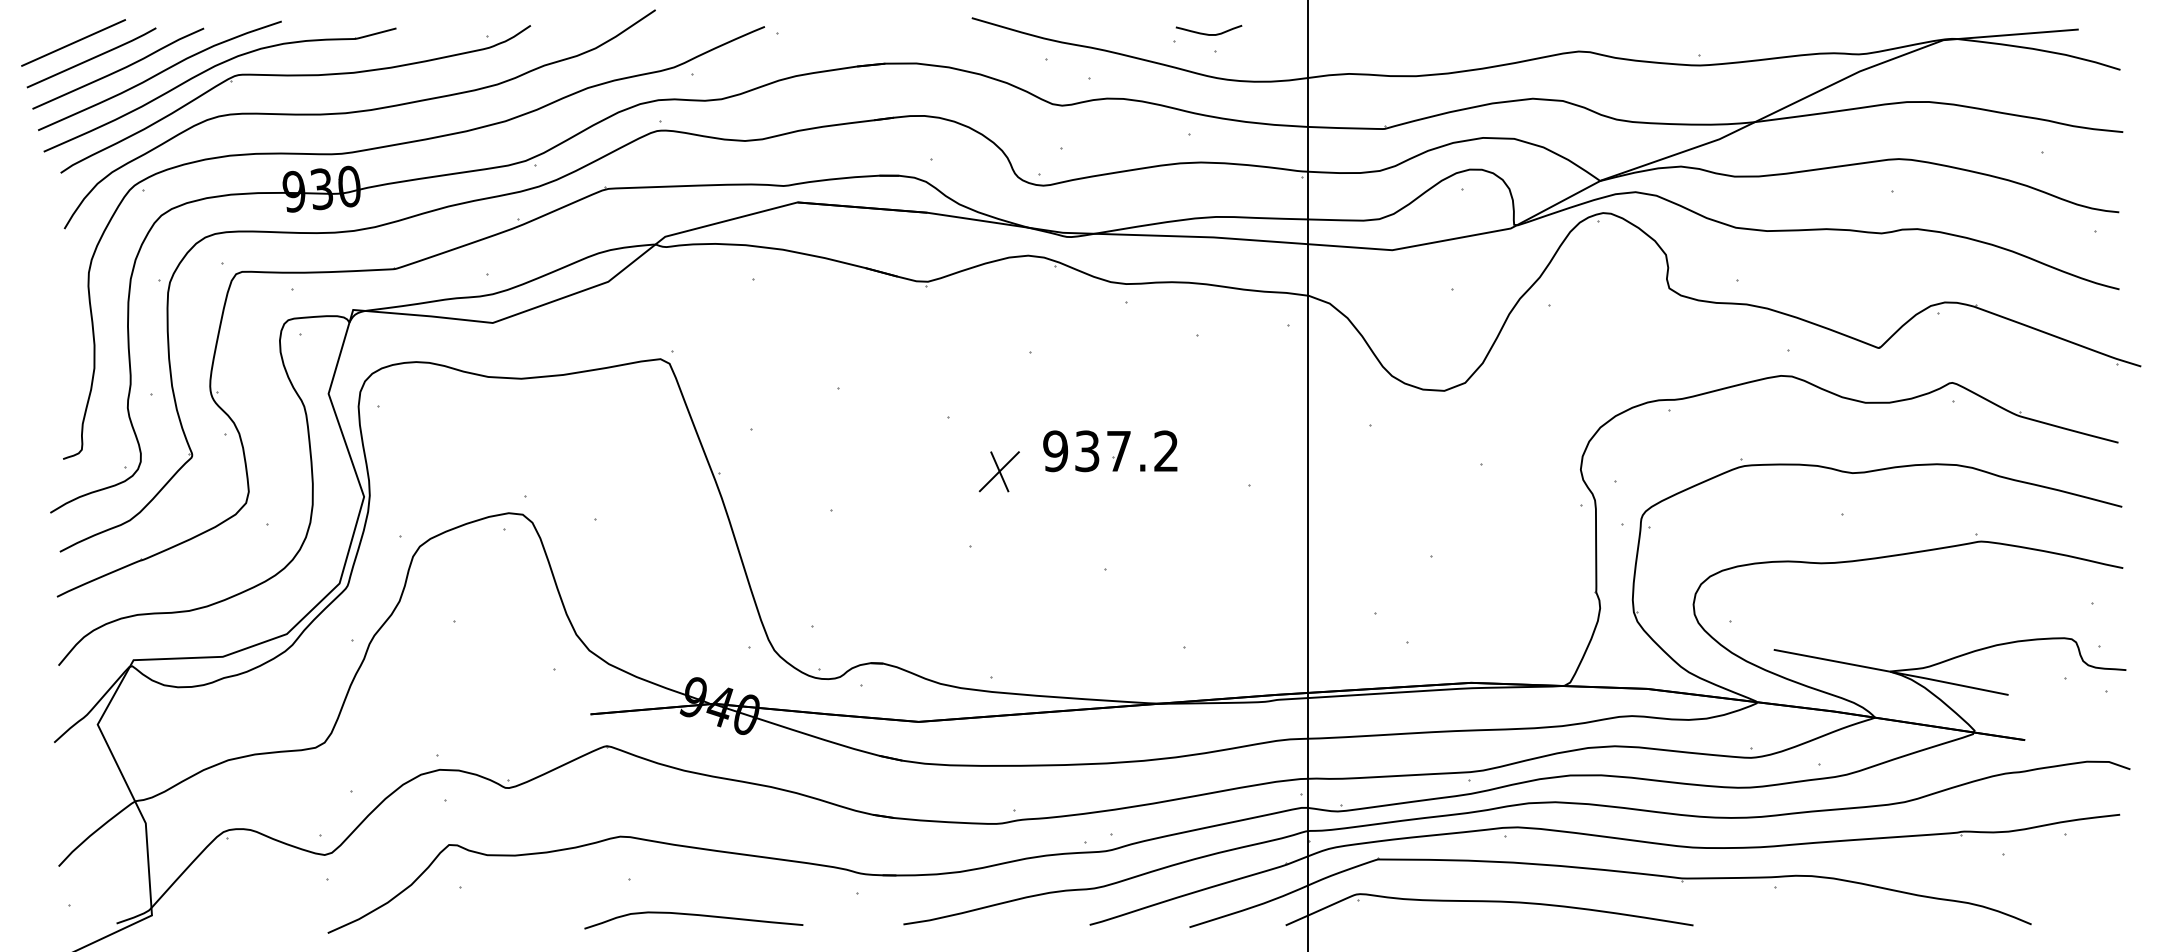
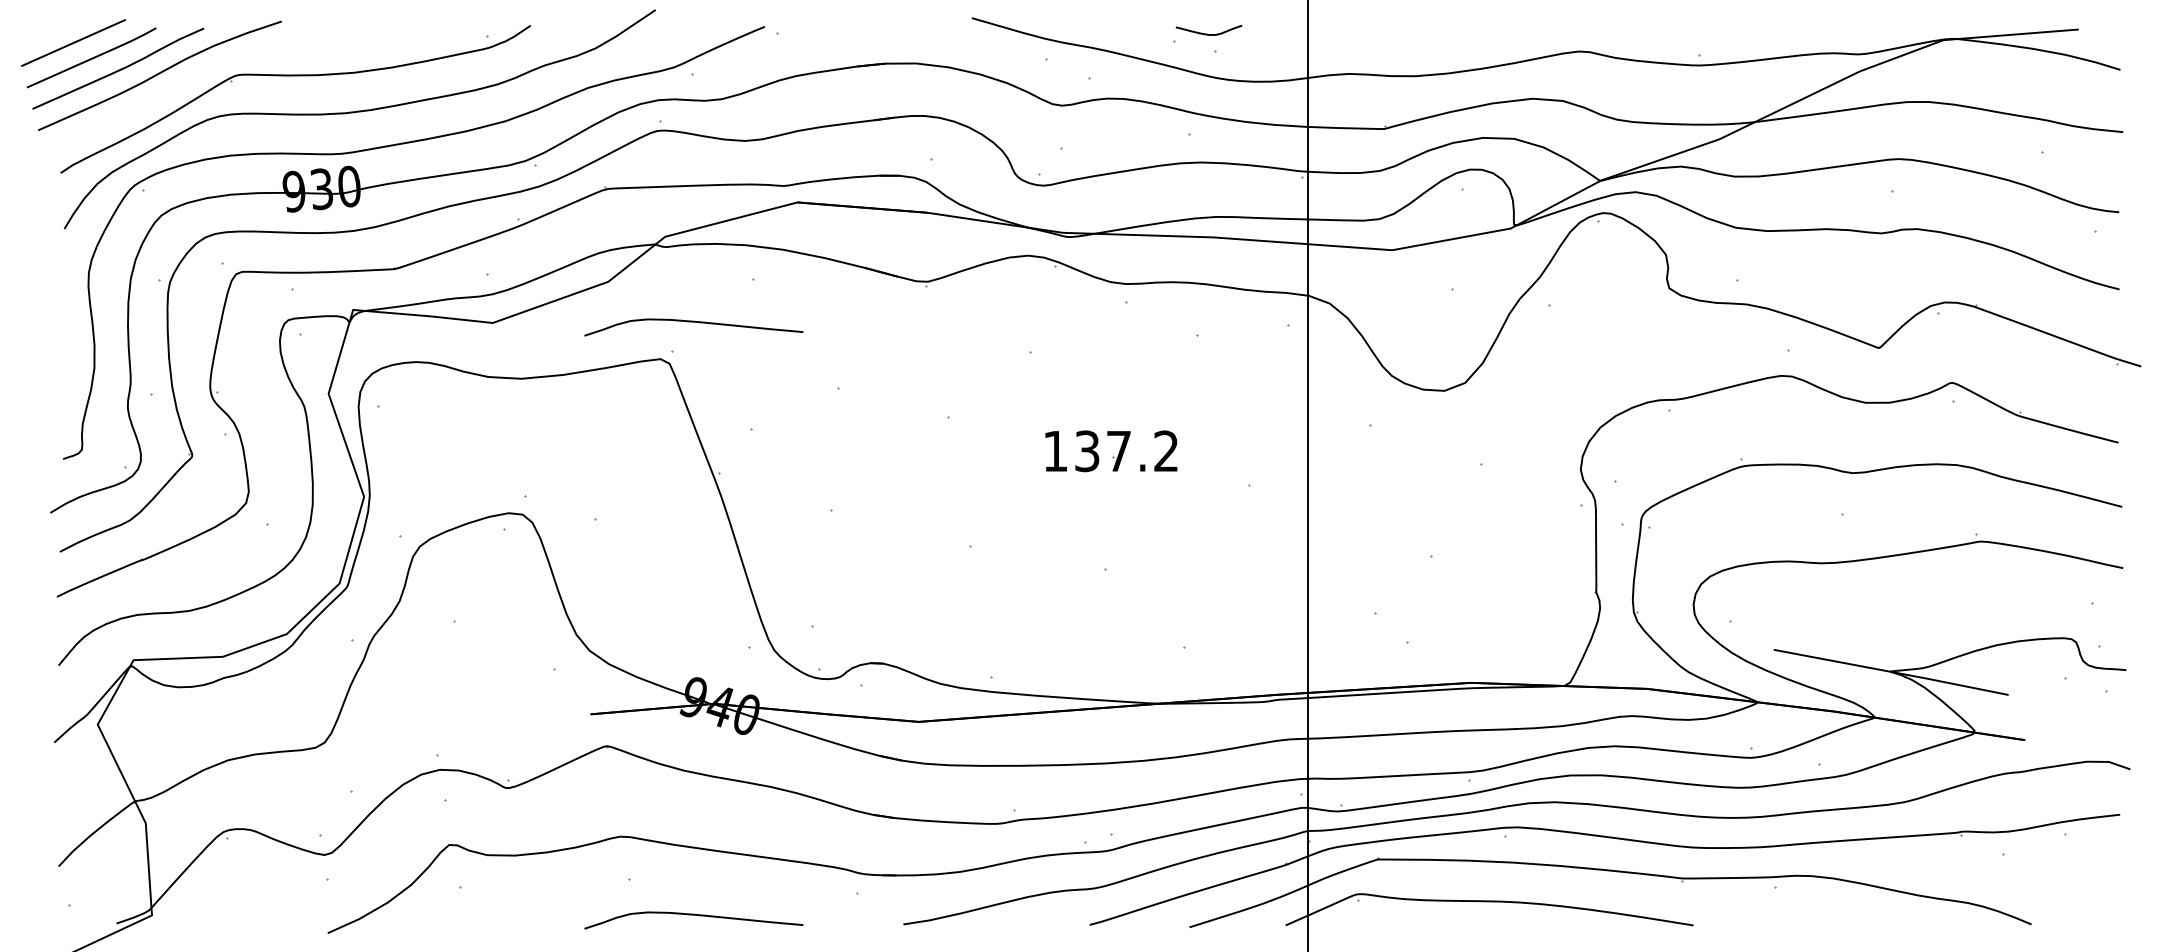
part at (209, 70): present -> none
curve at (693, 322): none -> present
text at (1055, 451): 937.2 -> 137.2
part at (998, 471): present -> none
